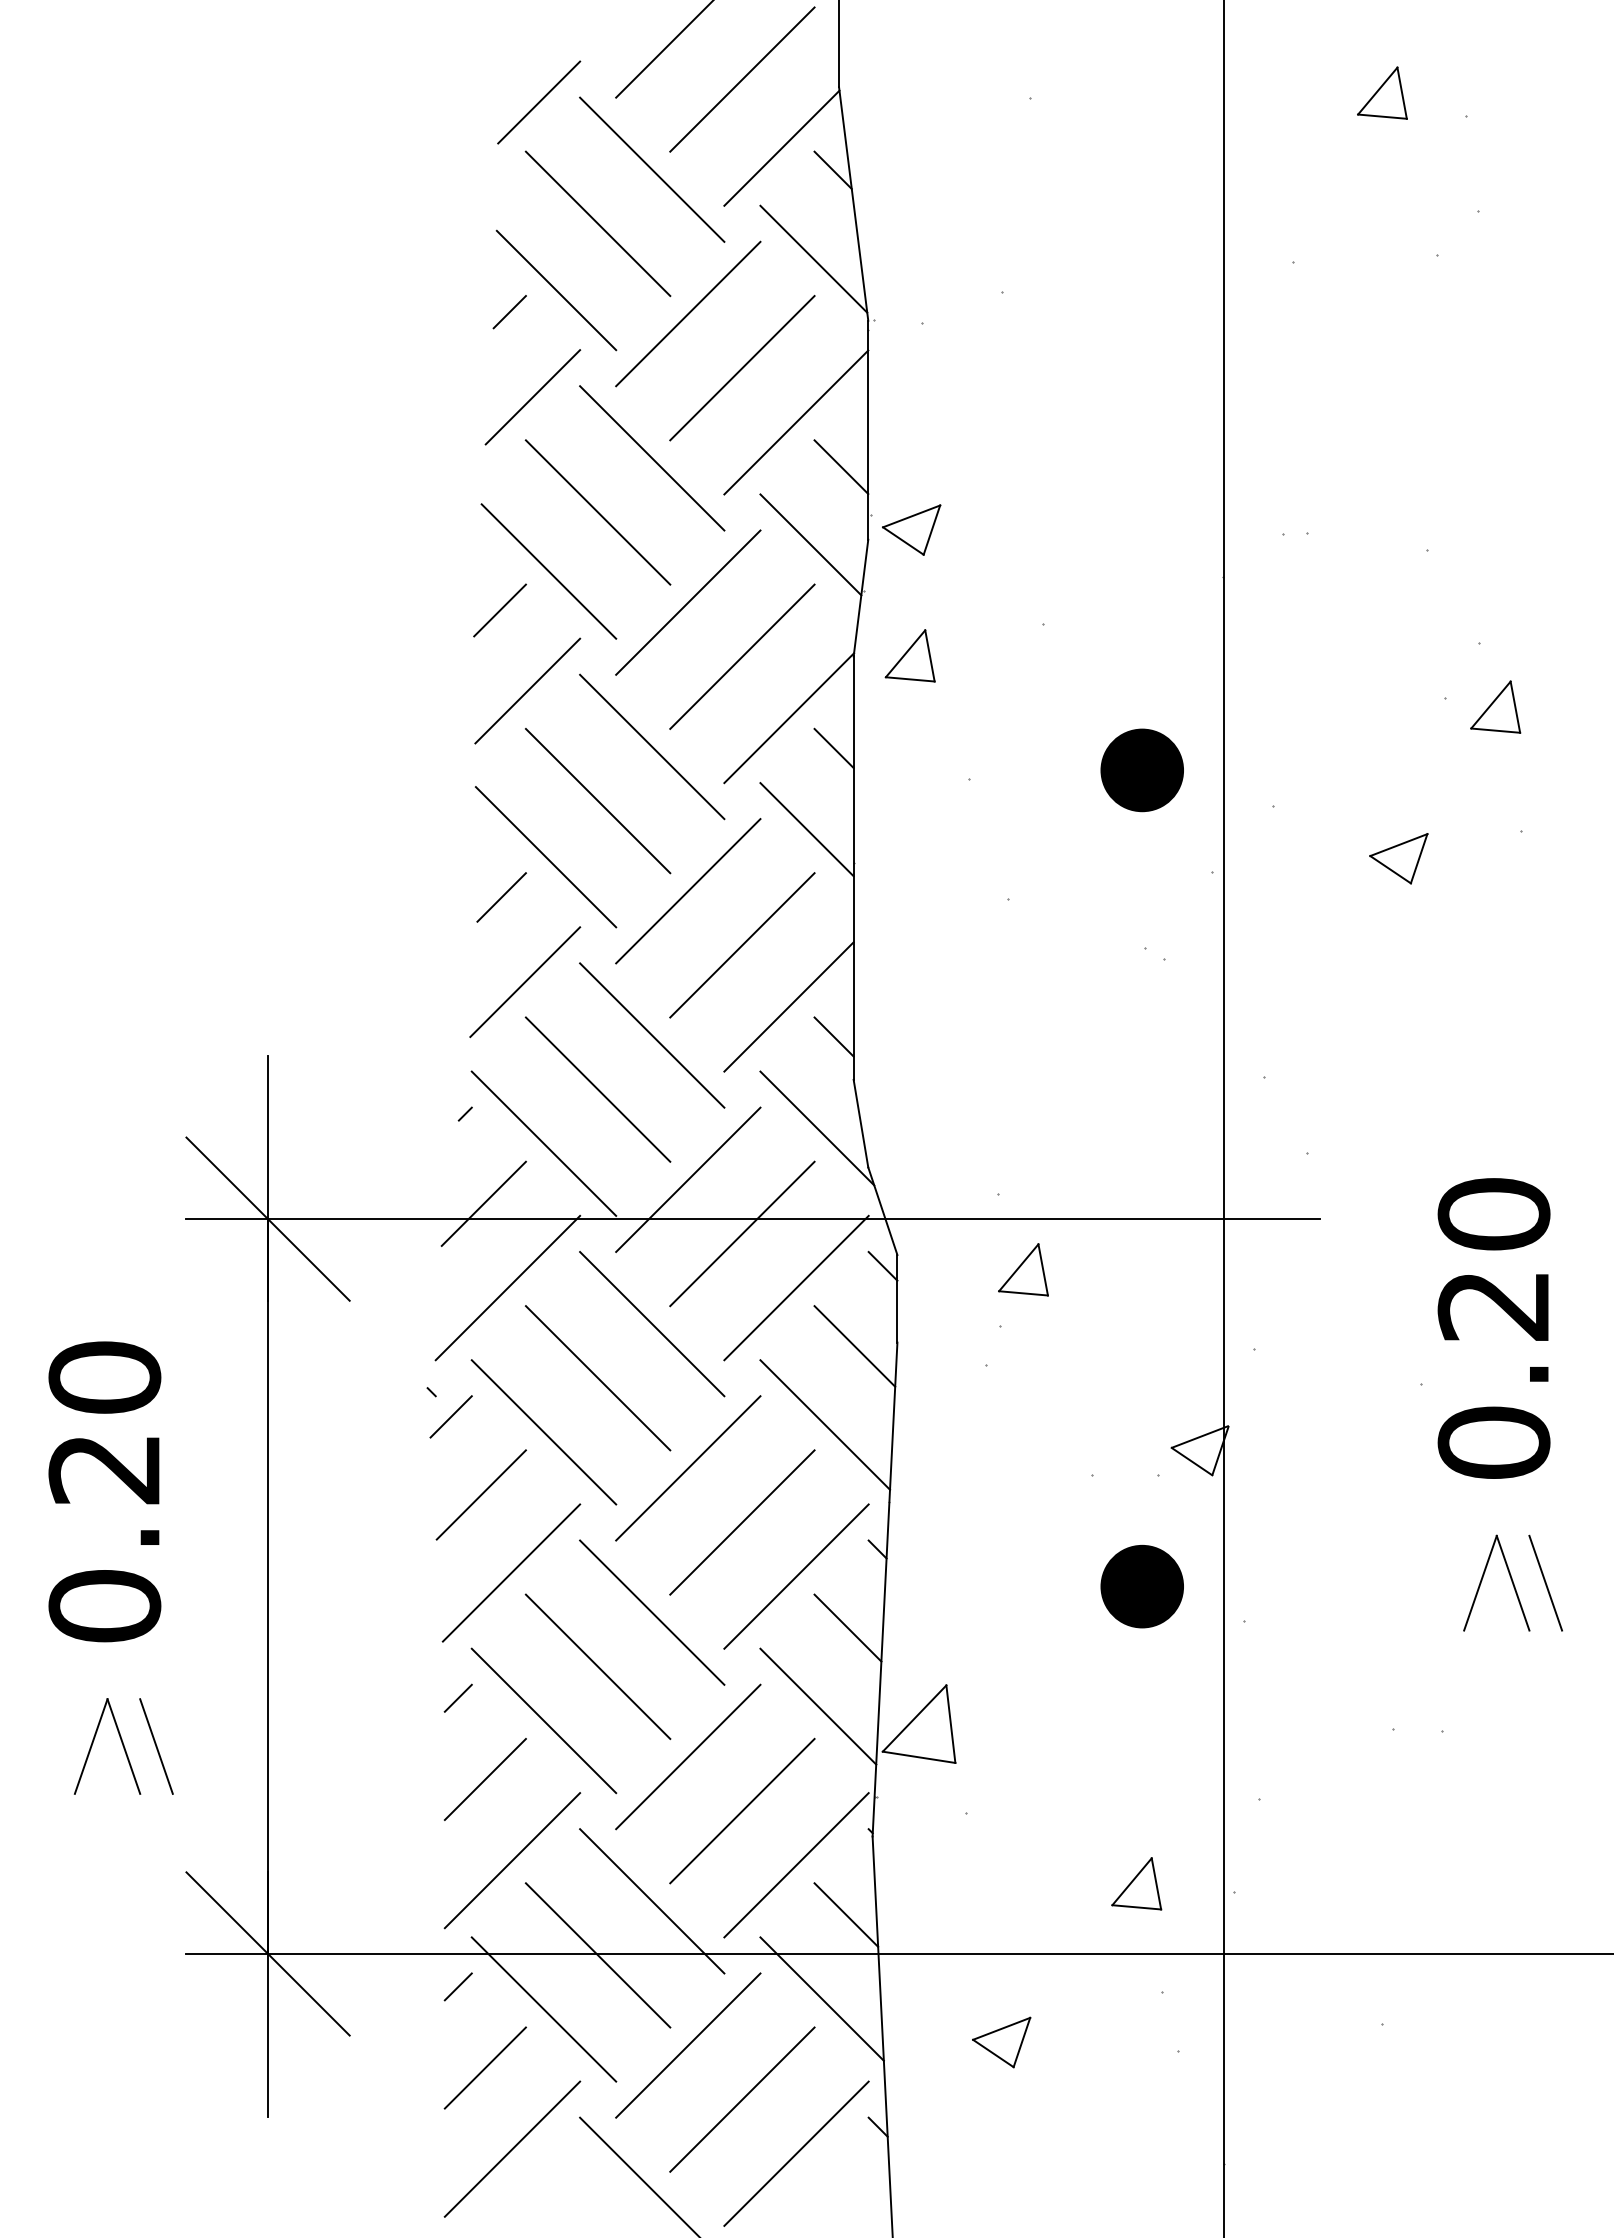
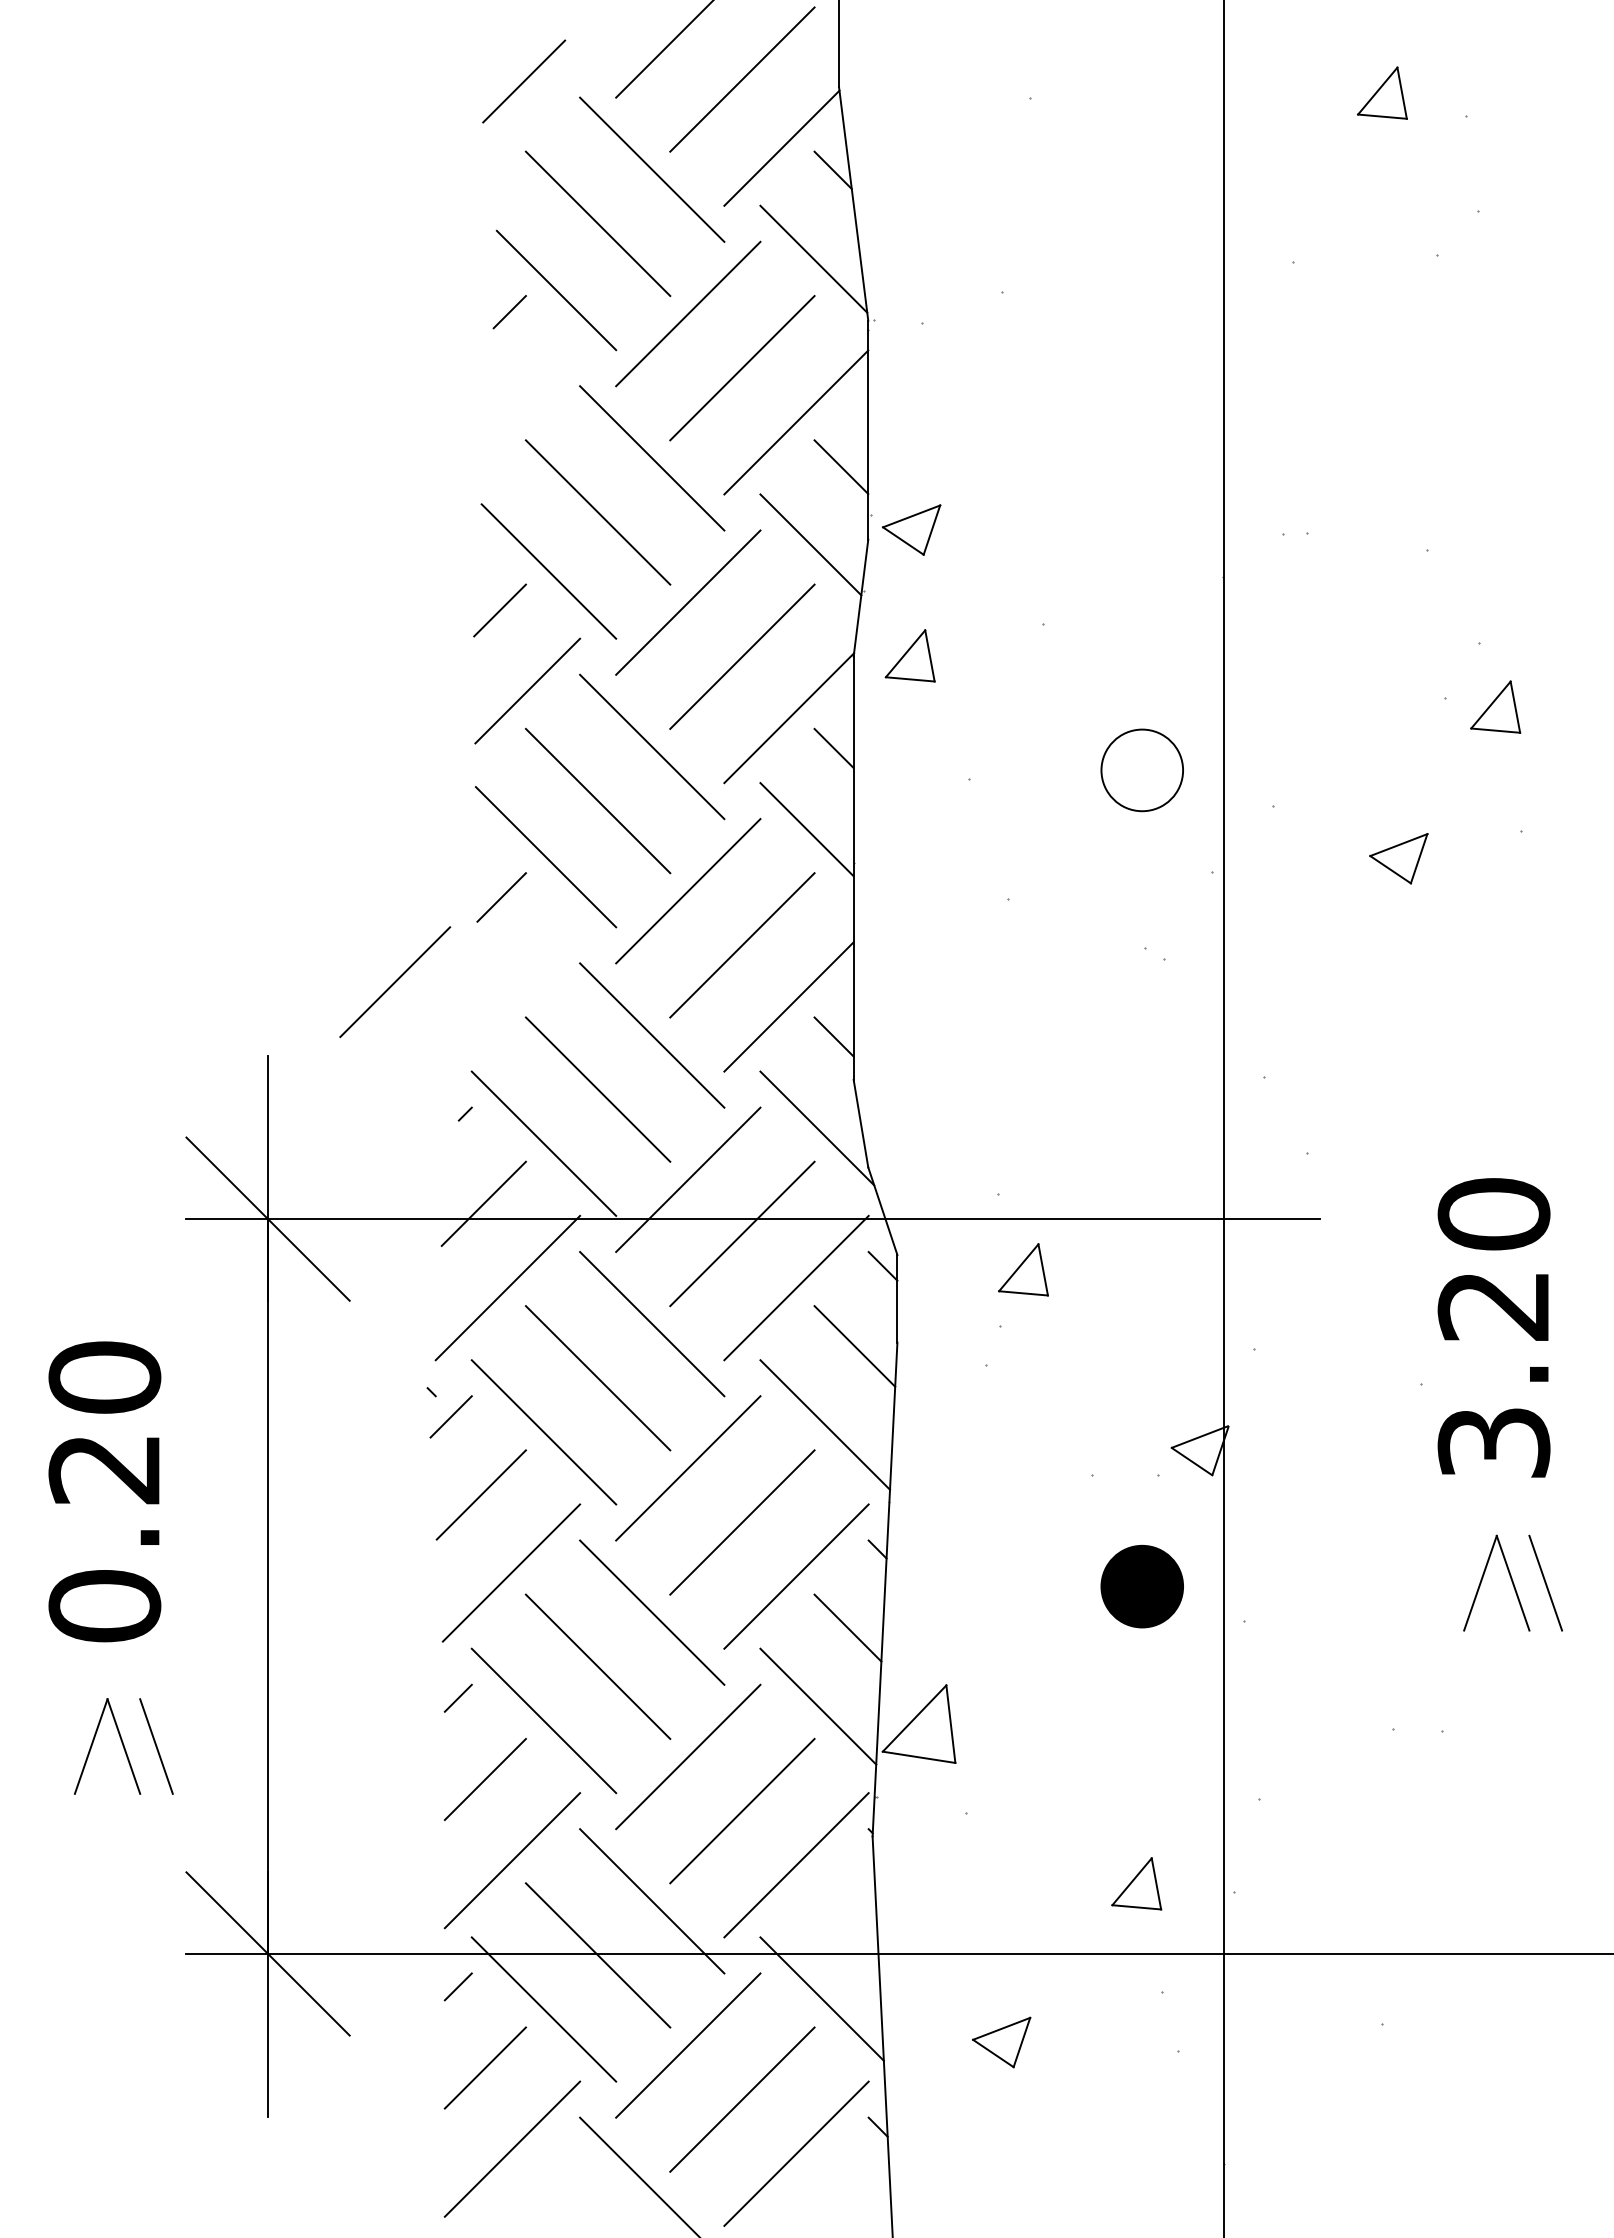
line at (539, 102) position: (539, 102) -> (524, 81)
line at (532, 397): present -> none
fill at (1142, 770): present -> none
line at (525, 982) position: (525, 982) -> (395, 982)
text at (1493, 1442): 0.20 -> 3.20
line at (846, 1914): present -> none
